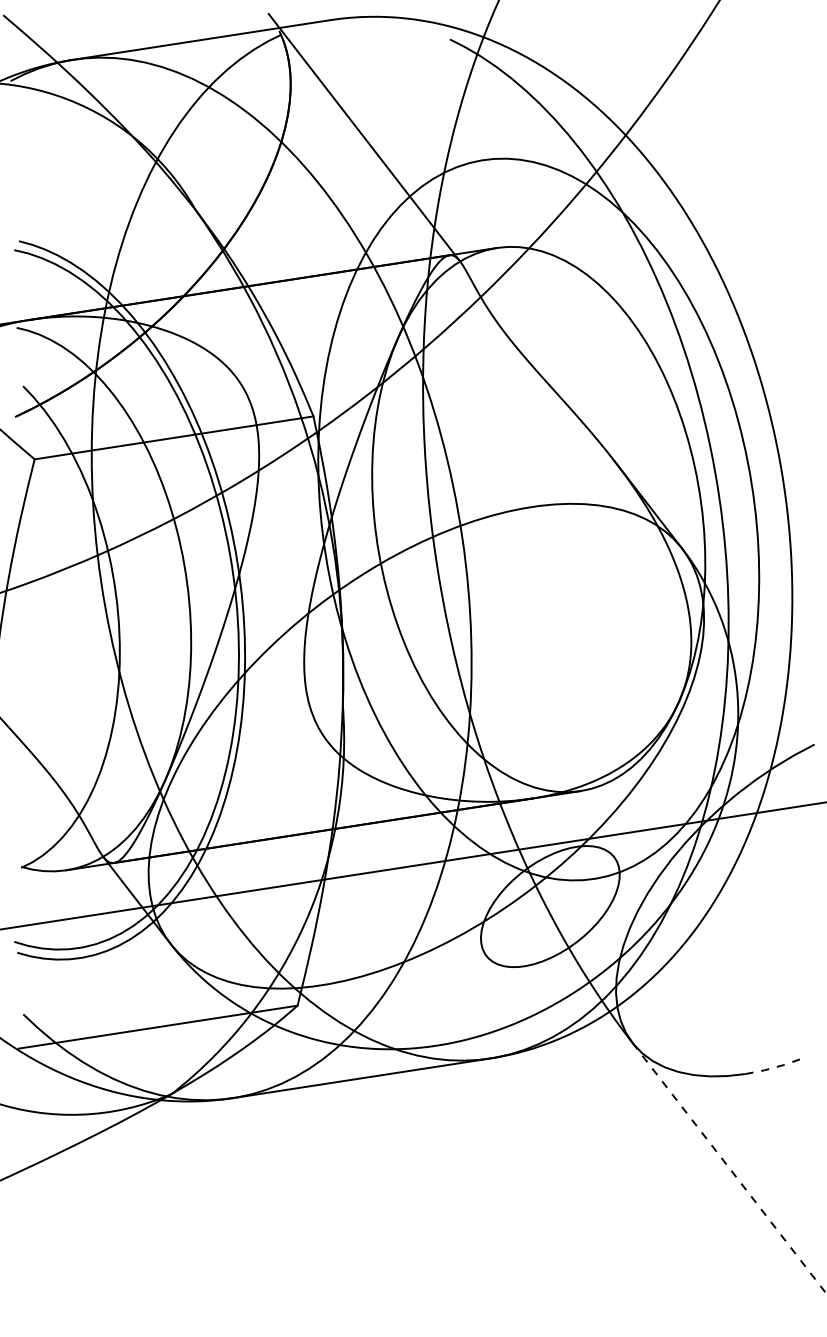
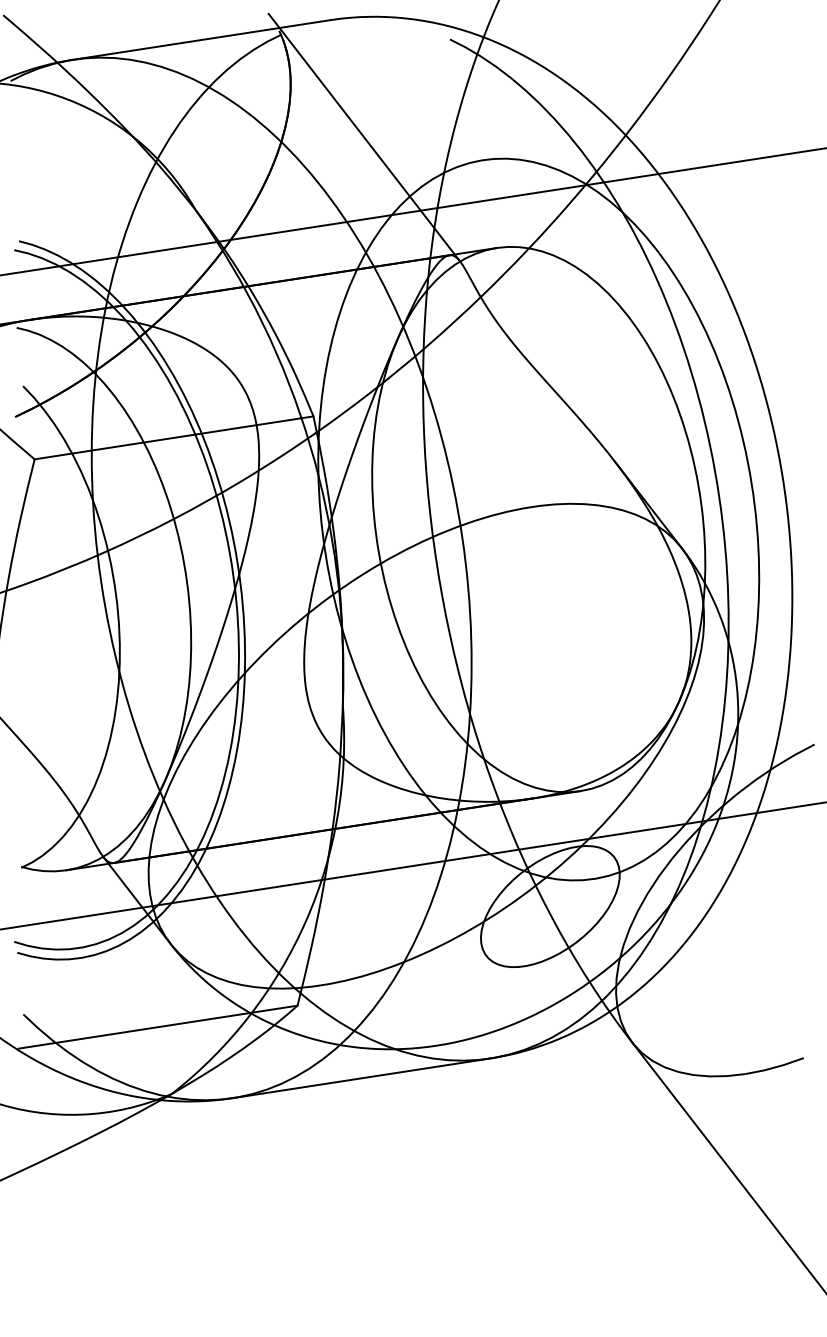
line at (412, 211): none -> present
line at (775, 1067): dashed -> solid
line at (729, 1168): dashed -> solid
